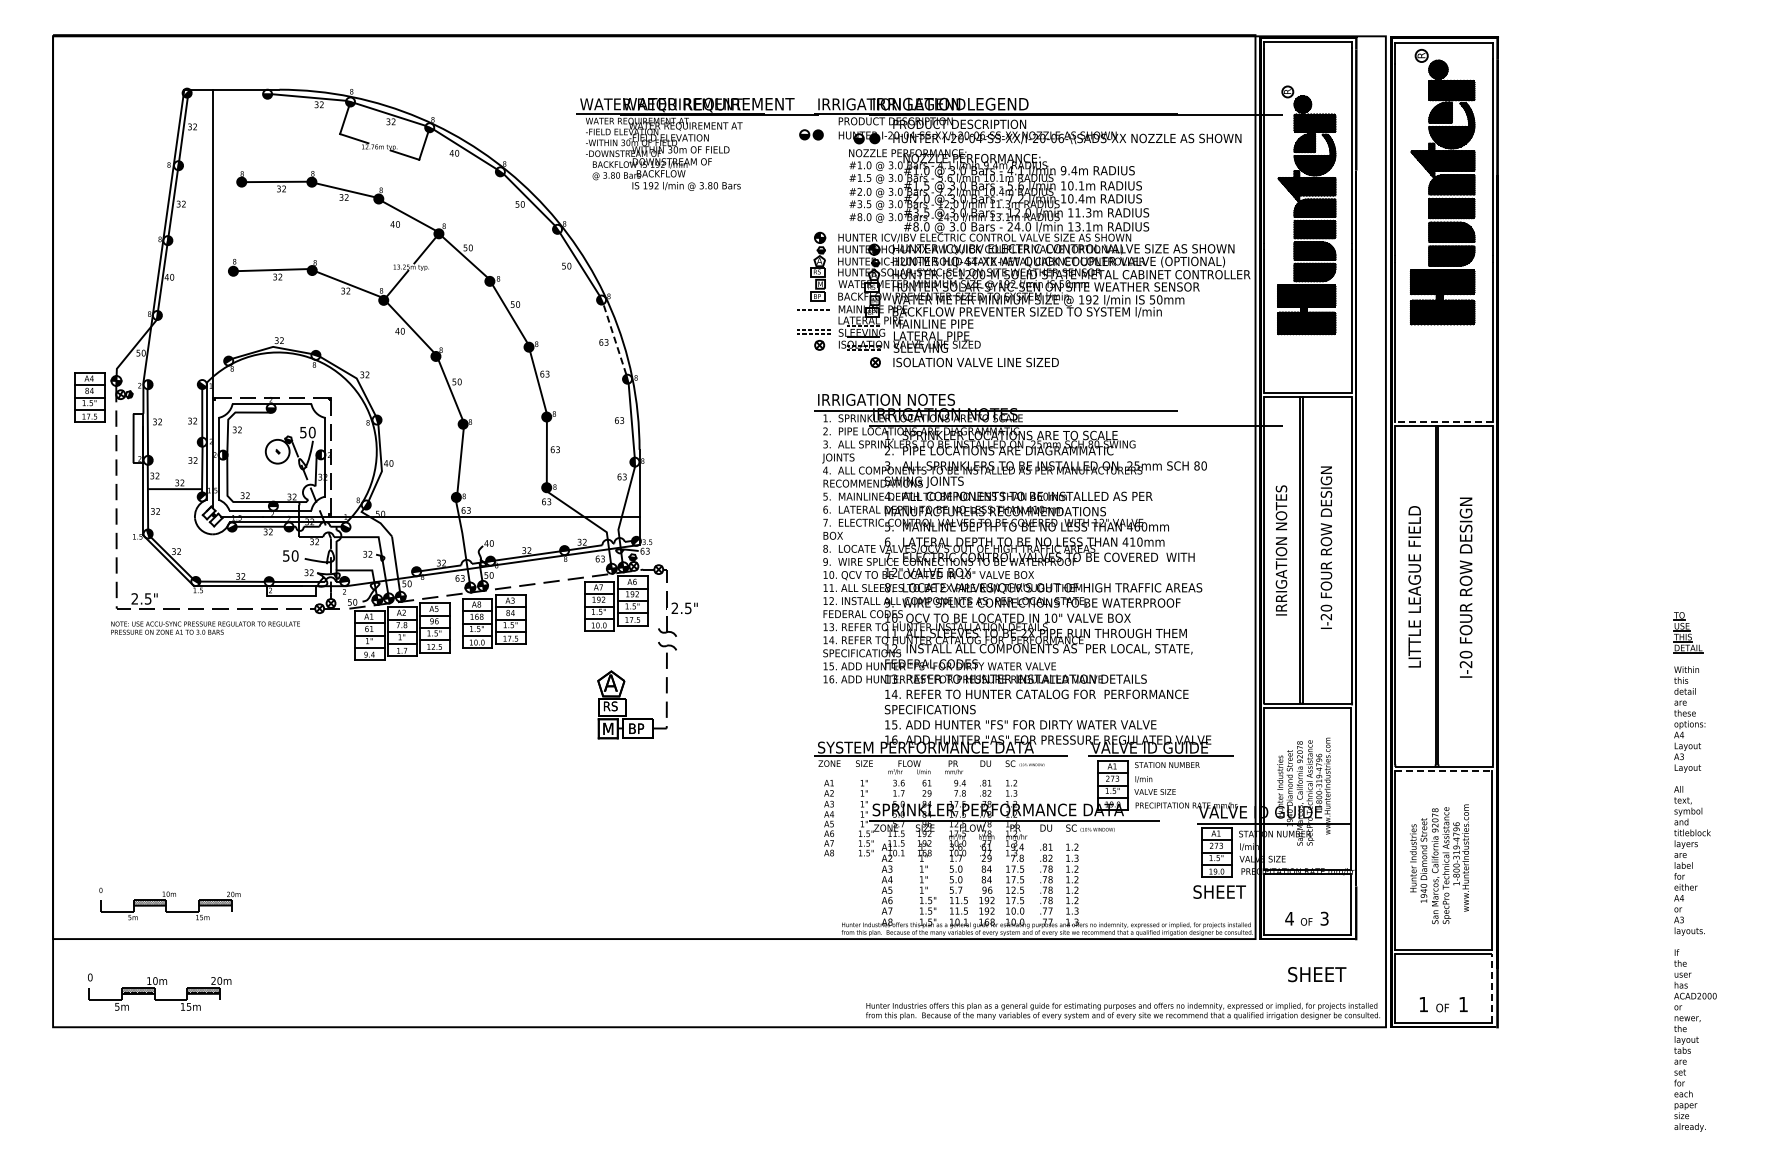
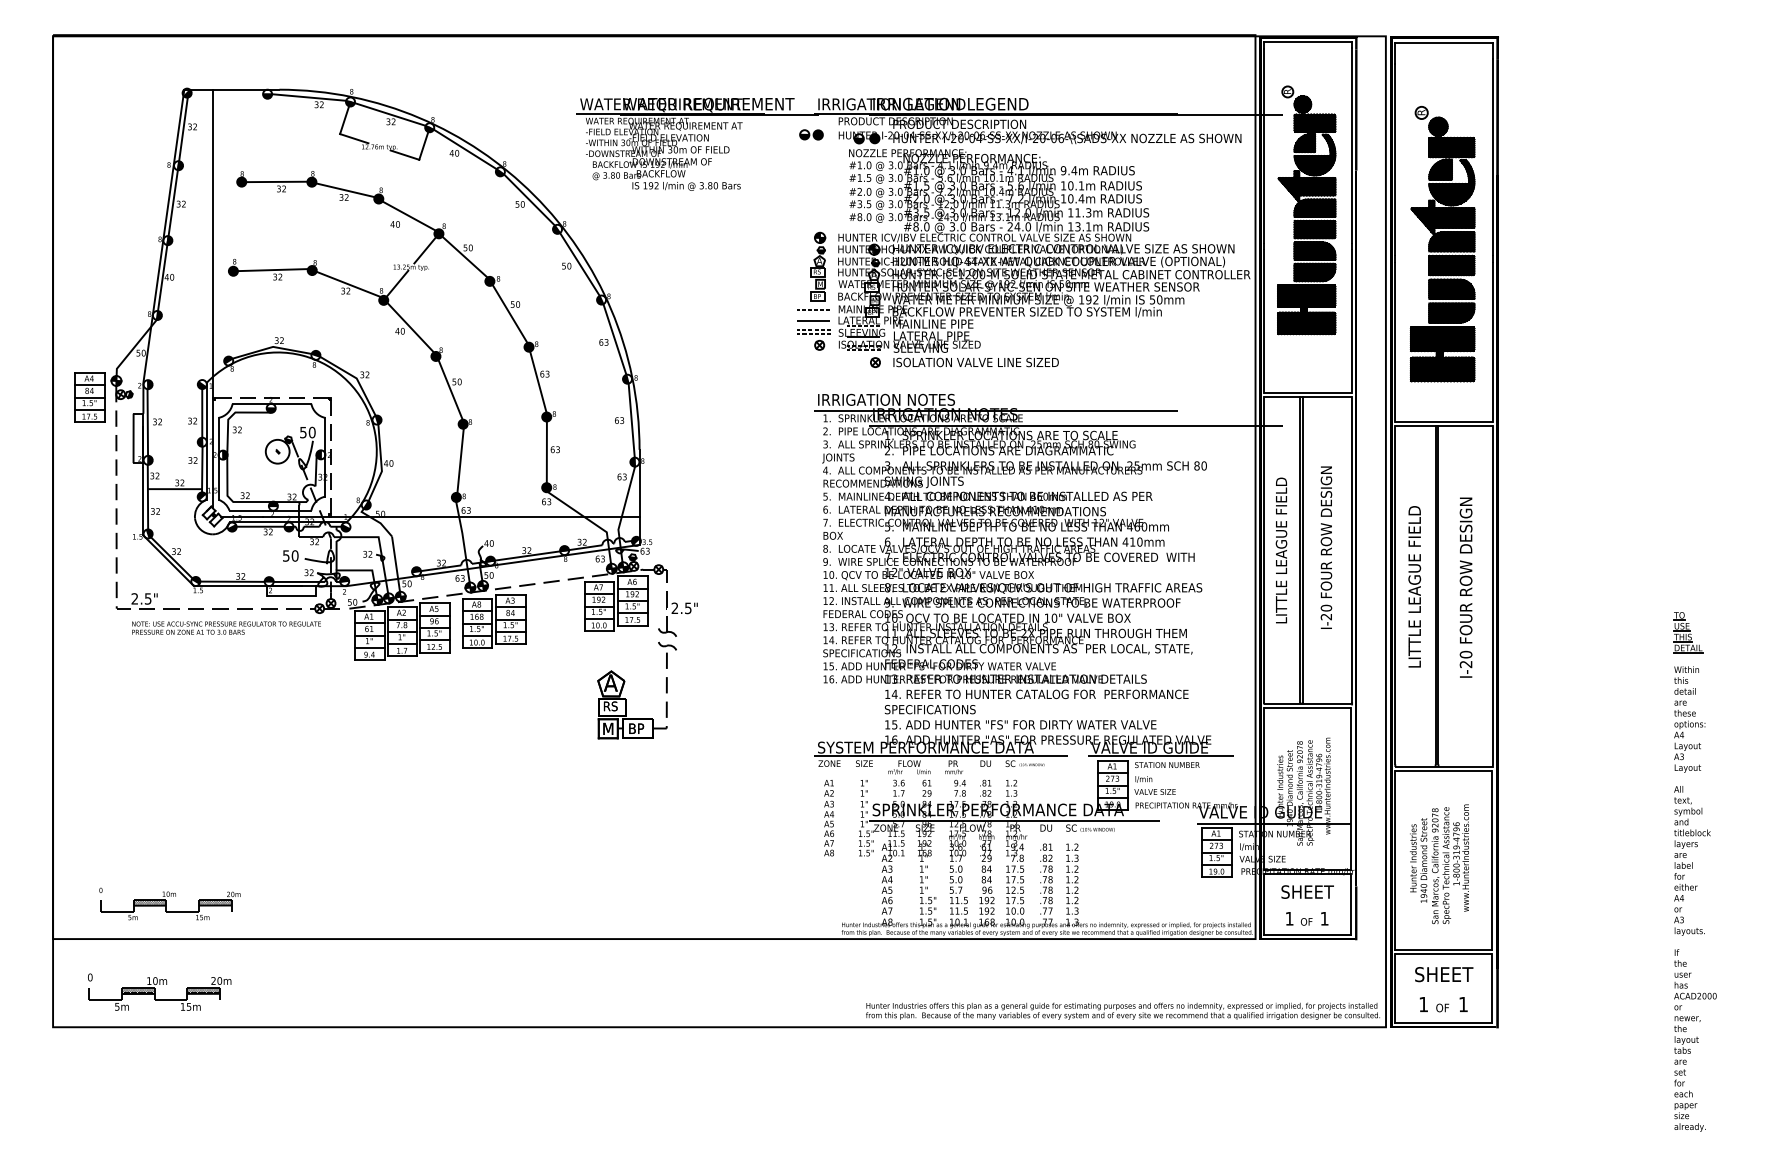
part at (1442, 187) position: (1442, 187) -> (1442, 244)
line at (813, 320): none -> present
line at (614, 339): dashed -> solid
line at (1444, 421): dashed -> solid
text at (1281, 550): IRRIGATION NOTES -> LITTLE LEAGUE FIELD
text at (205, 627) position: (205, 627) -> (226, 627)
line at (1444, 771): dashed -> solid
text at (1219, 891) position: (1219, 891) -> (1307, 891)
text at (1289, 918): 4 -> 1
text at (1324, 918): 3 -> 1
text at (1317, 974) position: (1317, 974) -> (1444, 974)
line at (1491, 988): dashed -> solid
